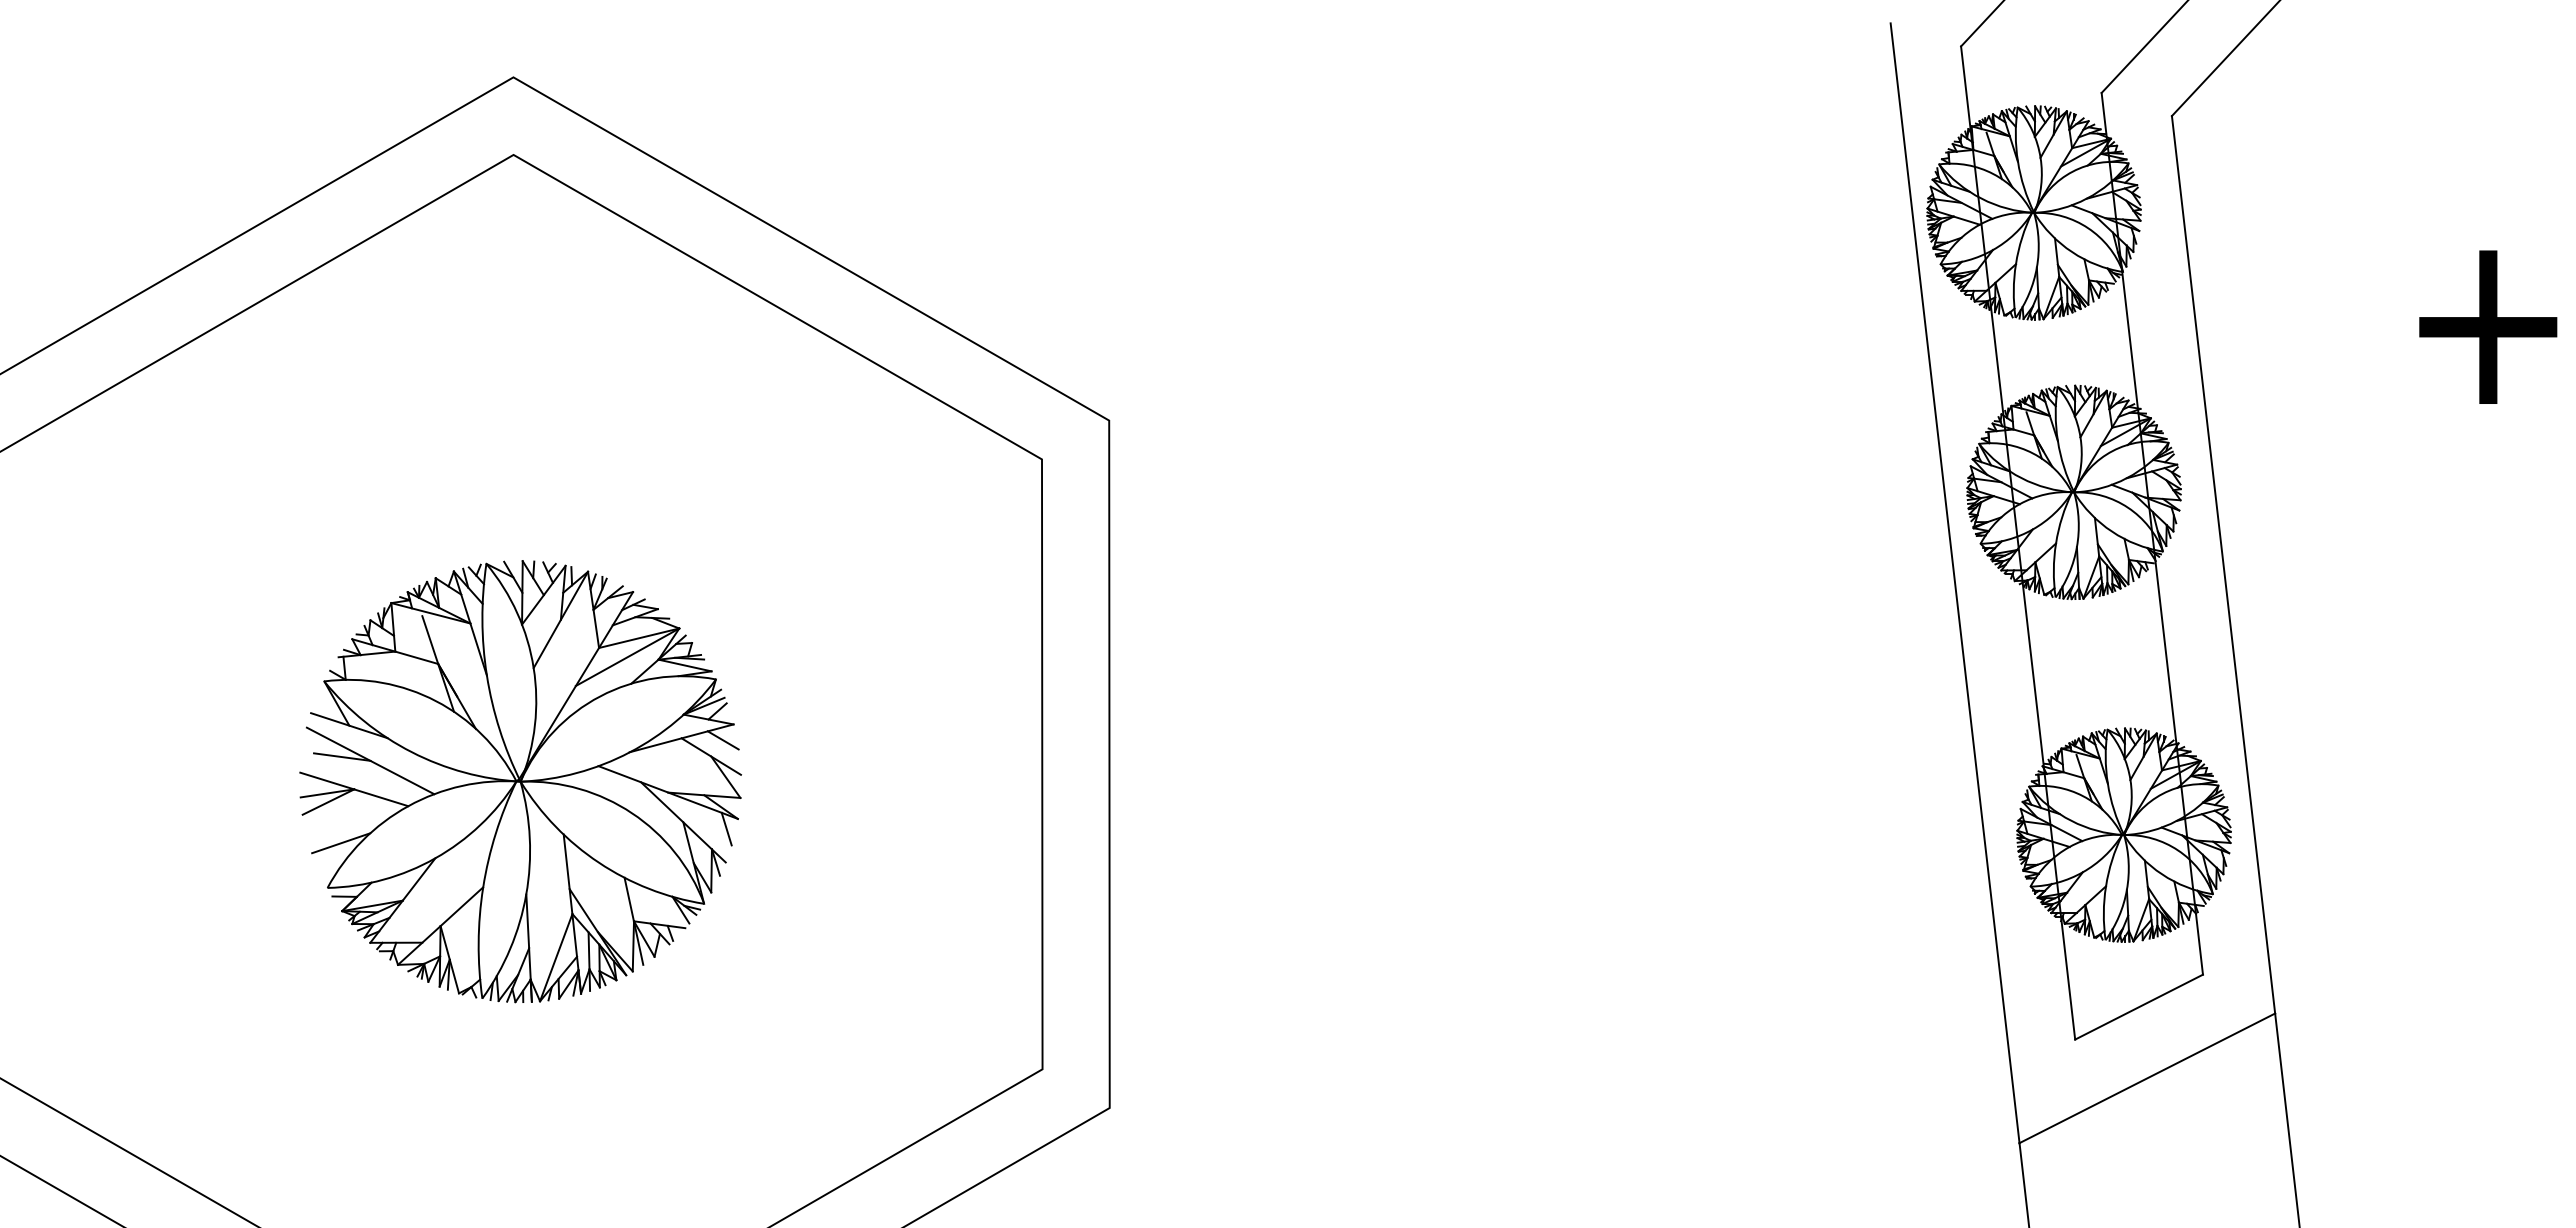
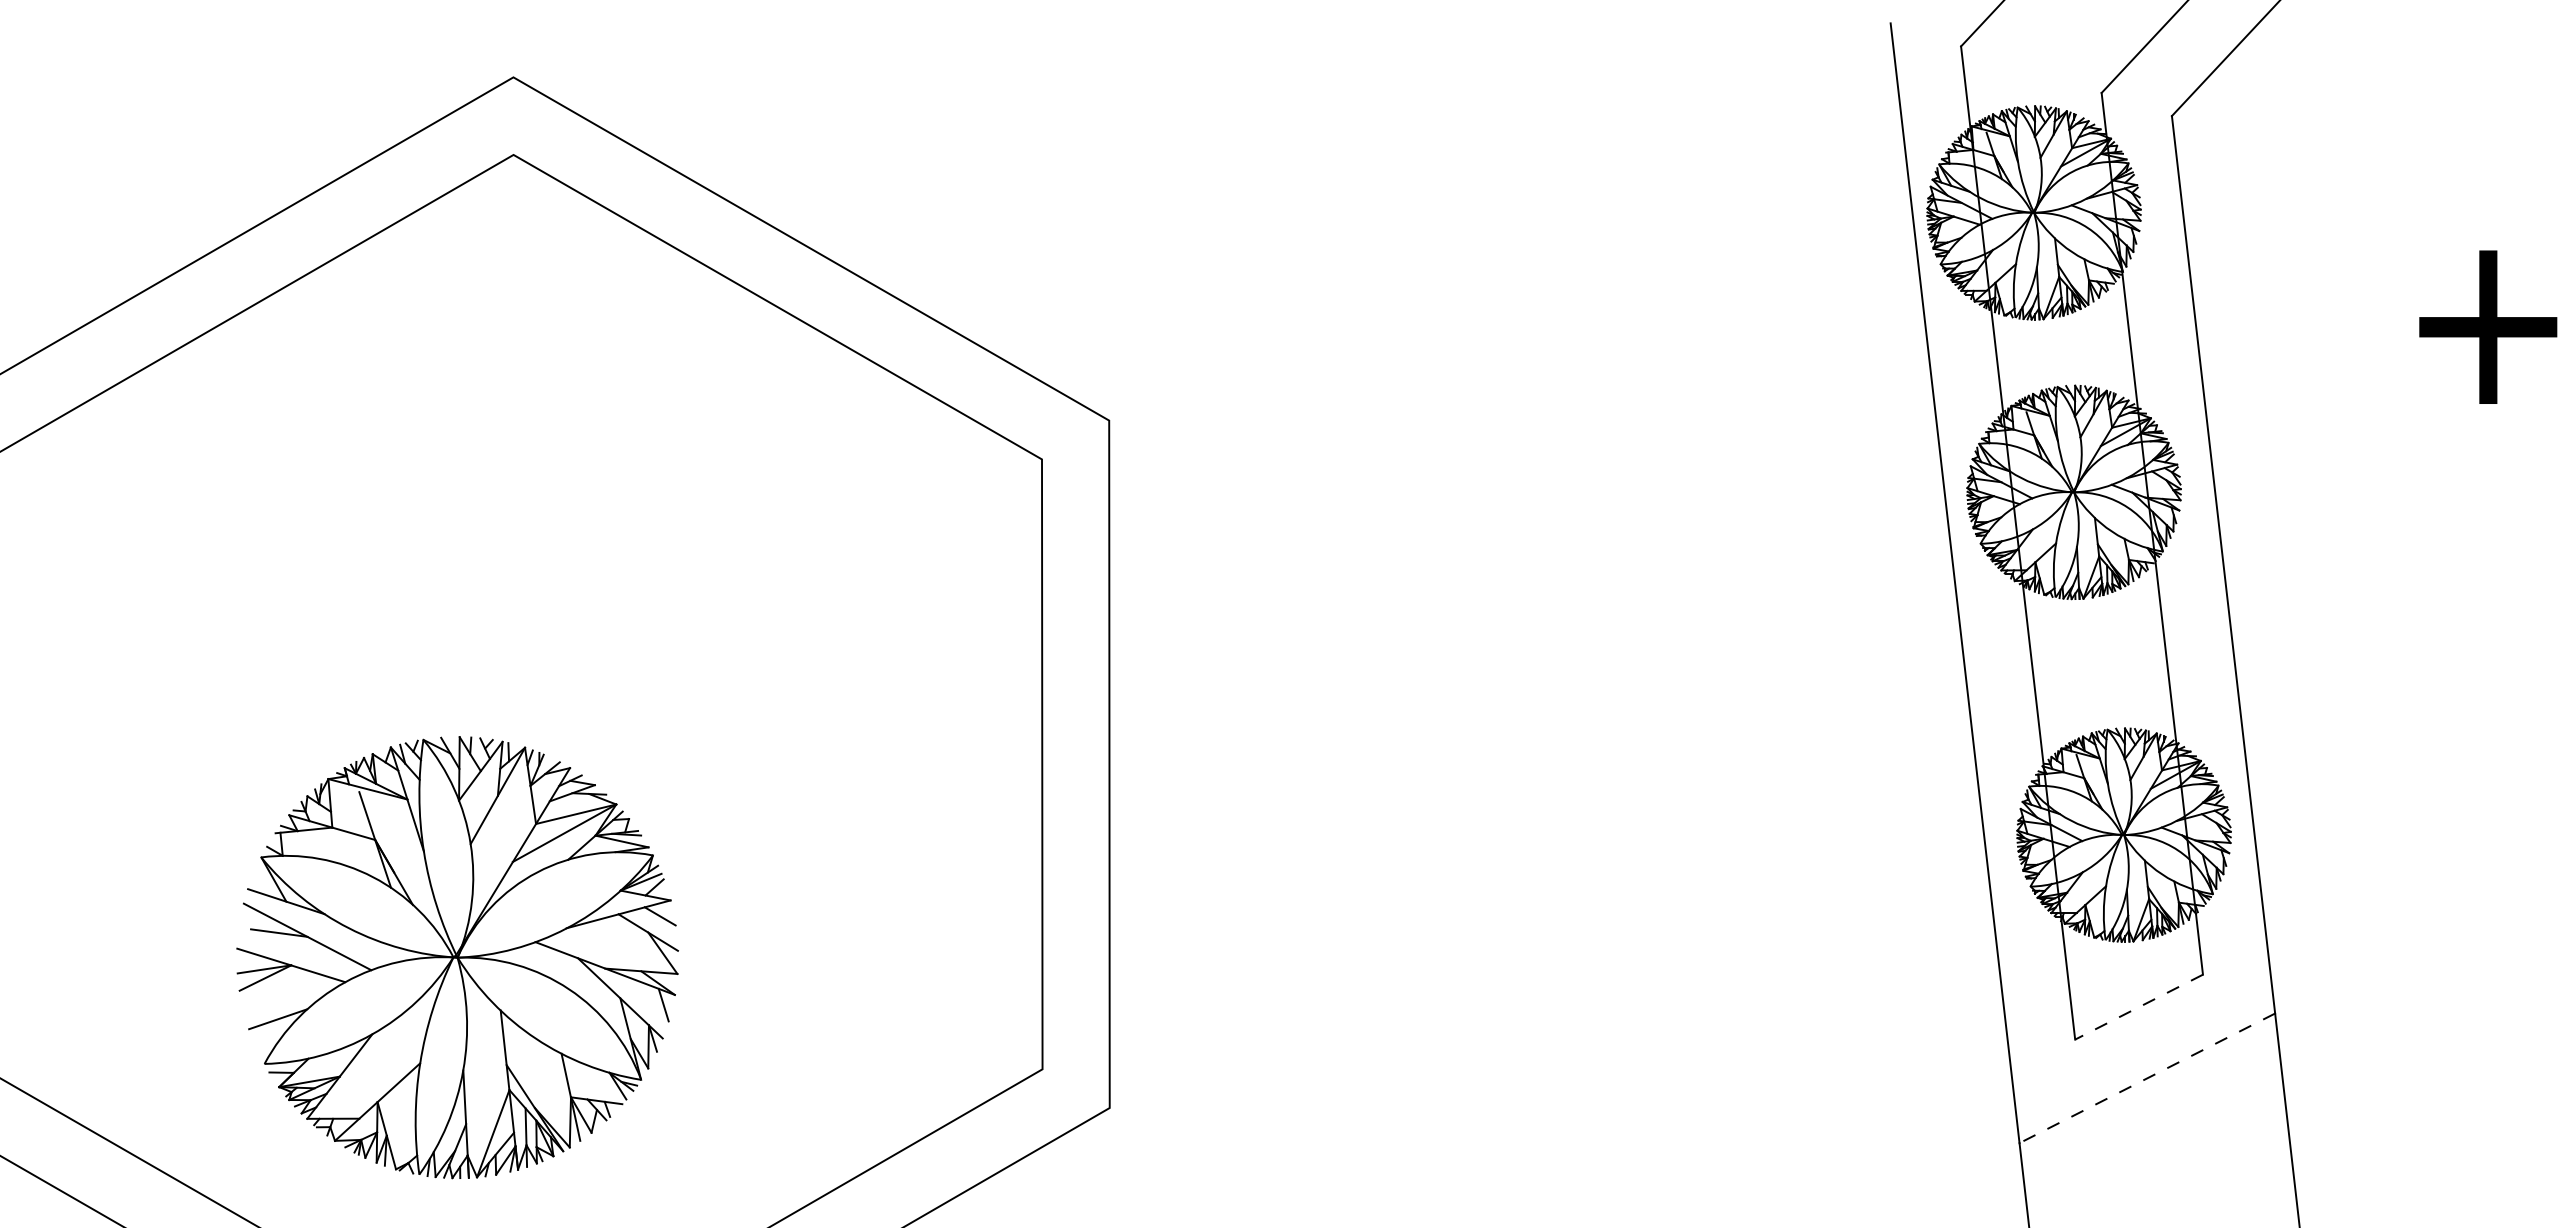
part at (520, 781) position: (520, 781) -> (457, 957)
line at (2139, 1007): solid -> dashed
line at (2146, 1078): solid -> dashed
